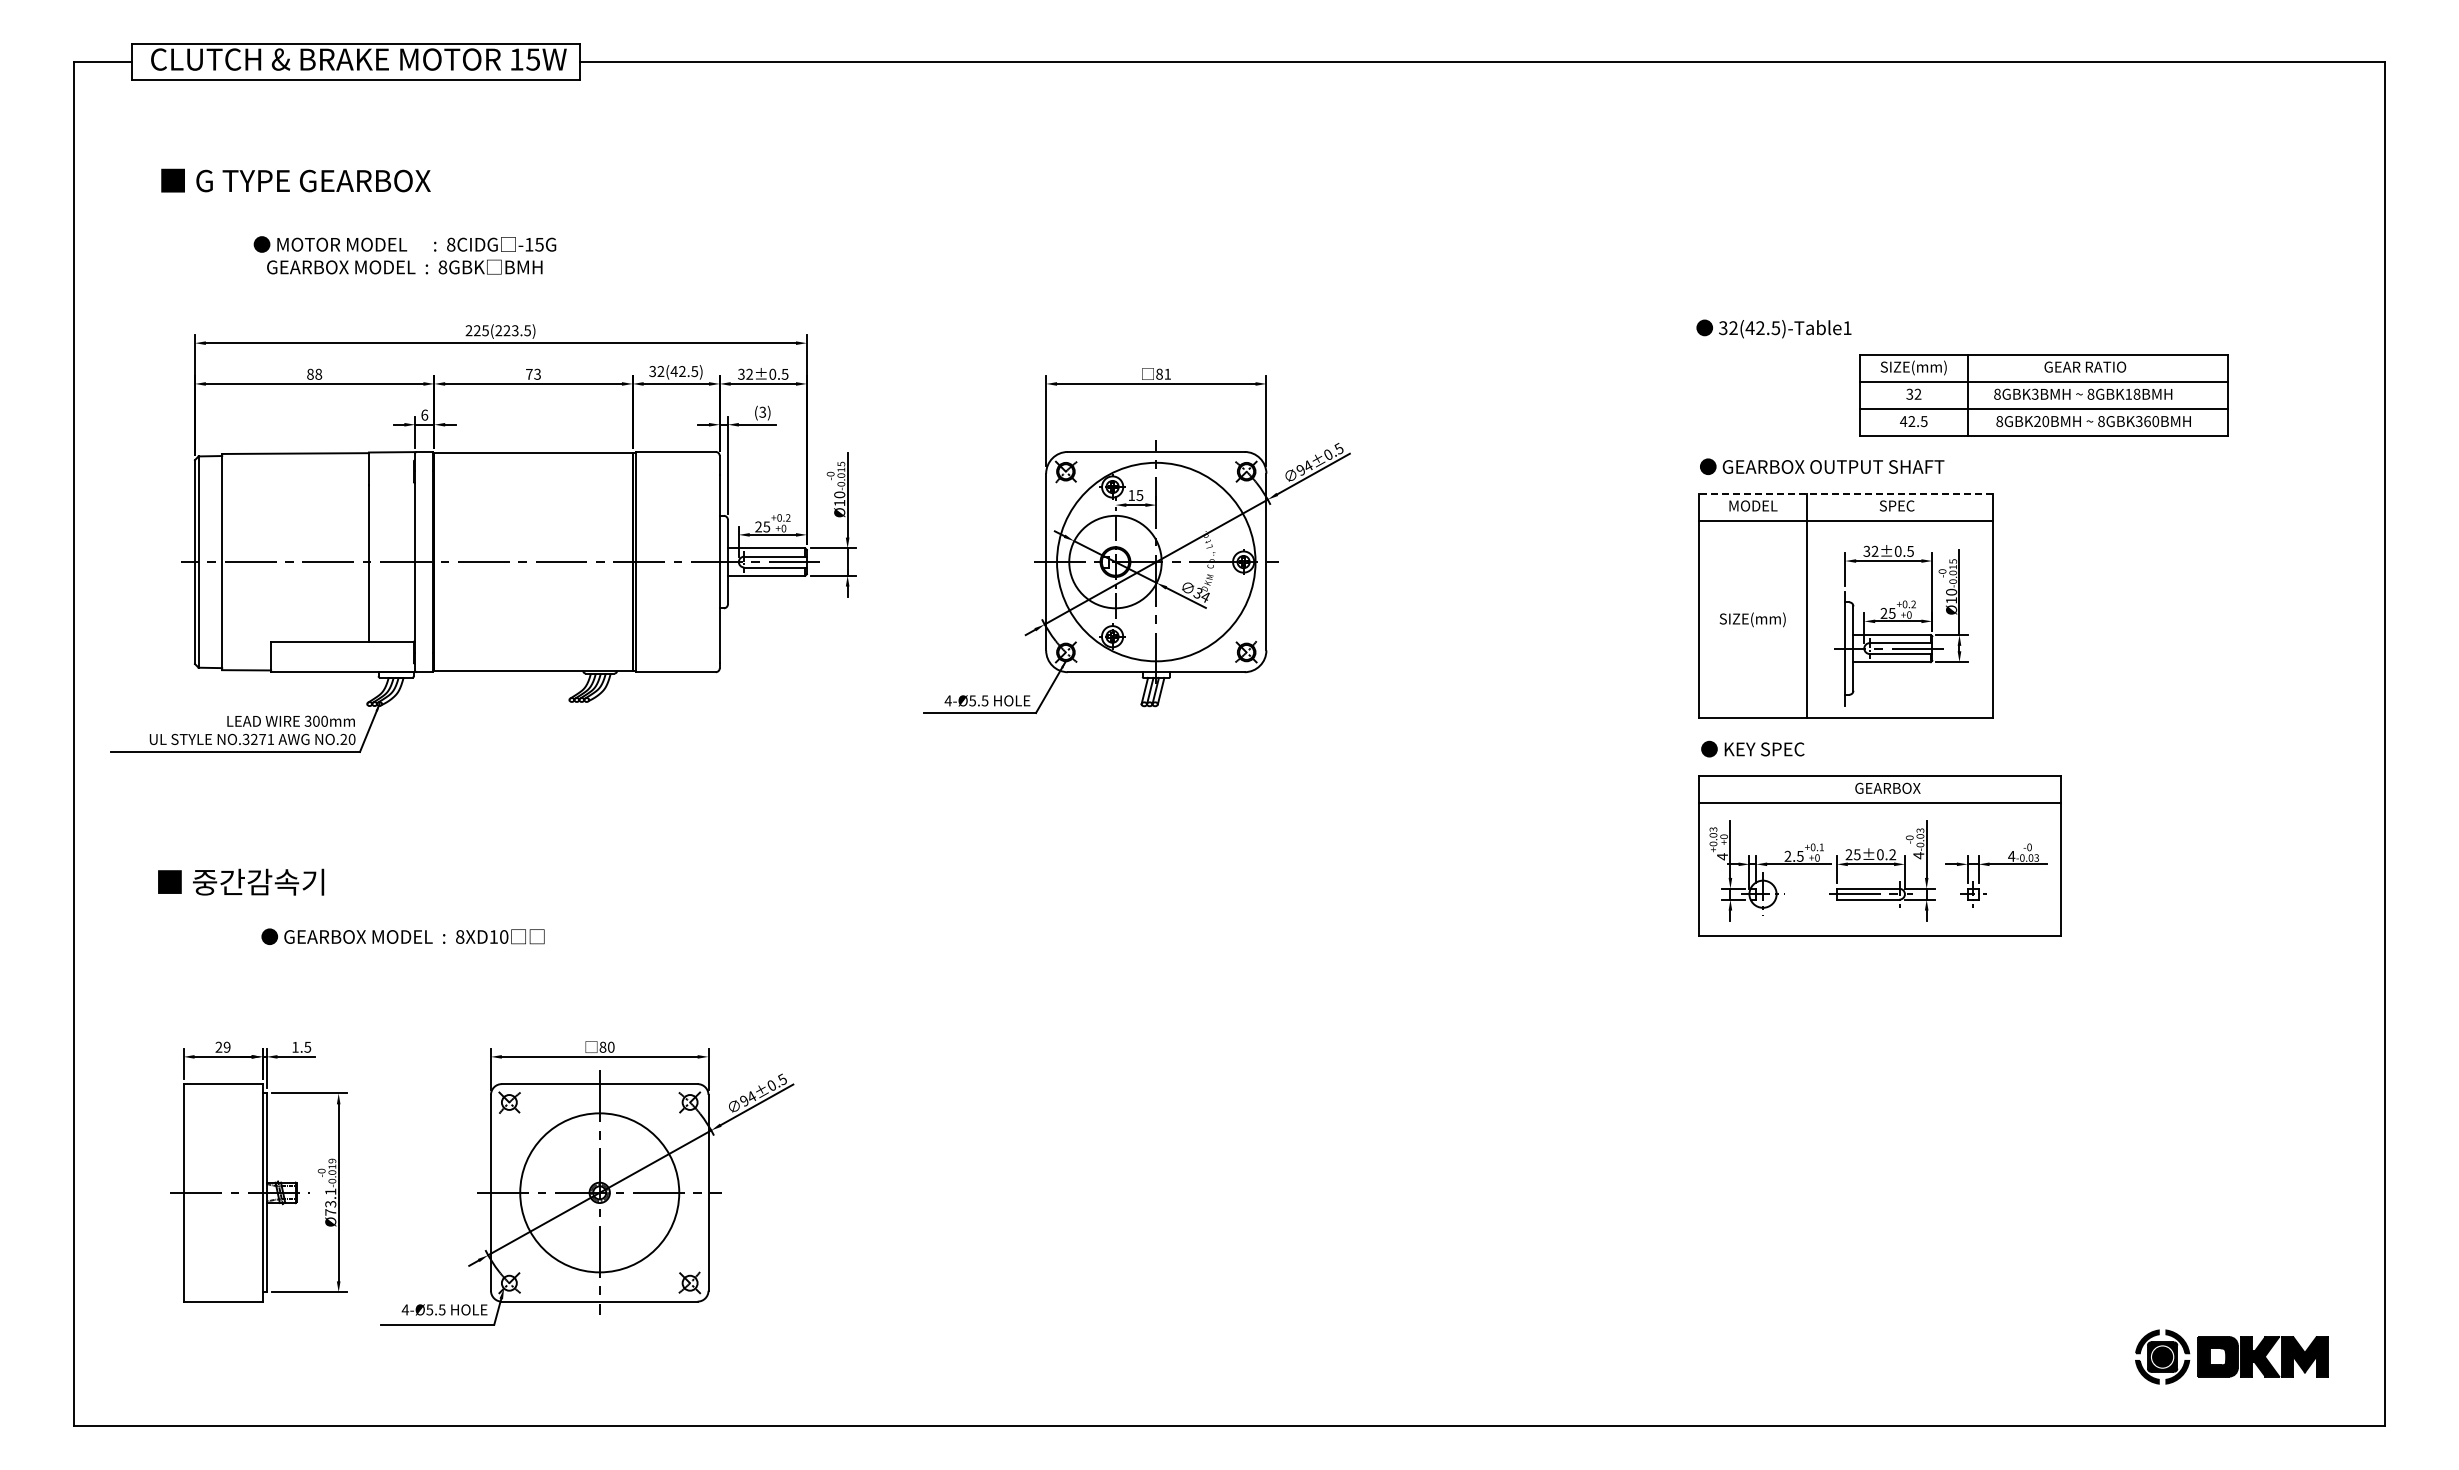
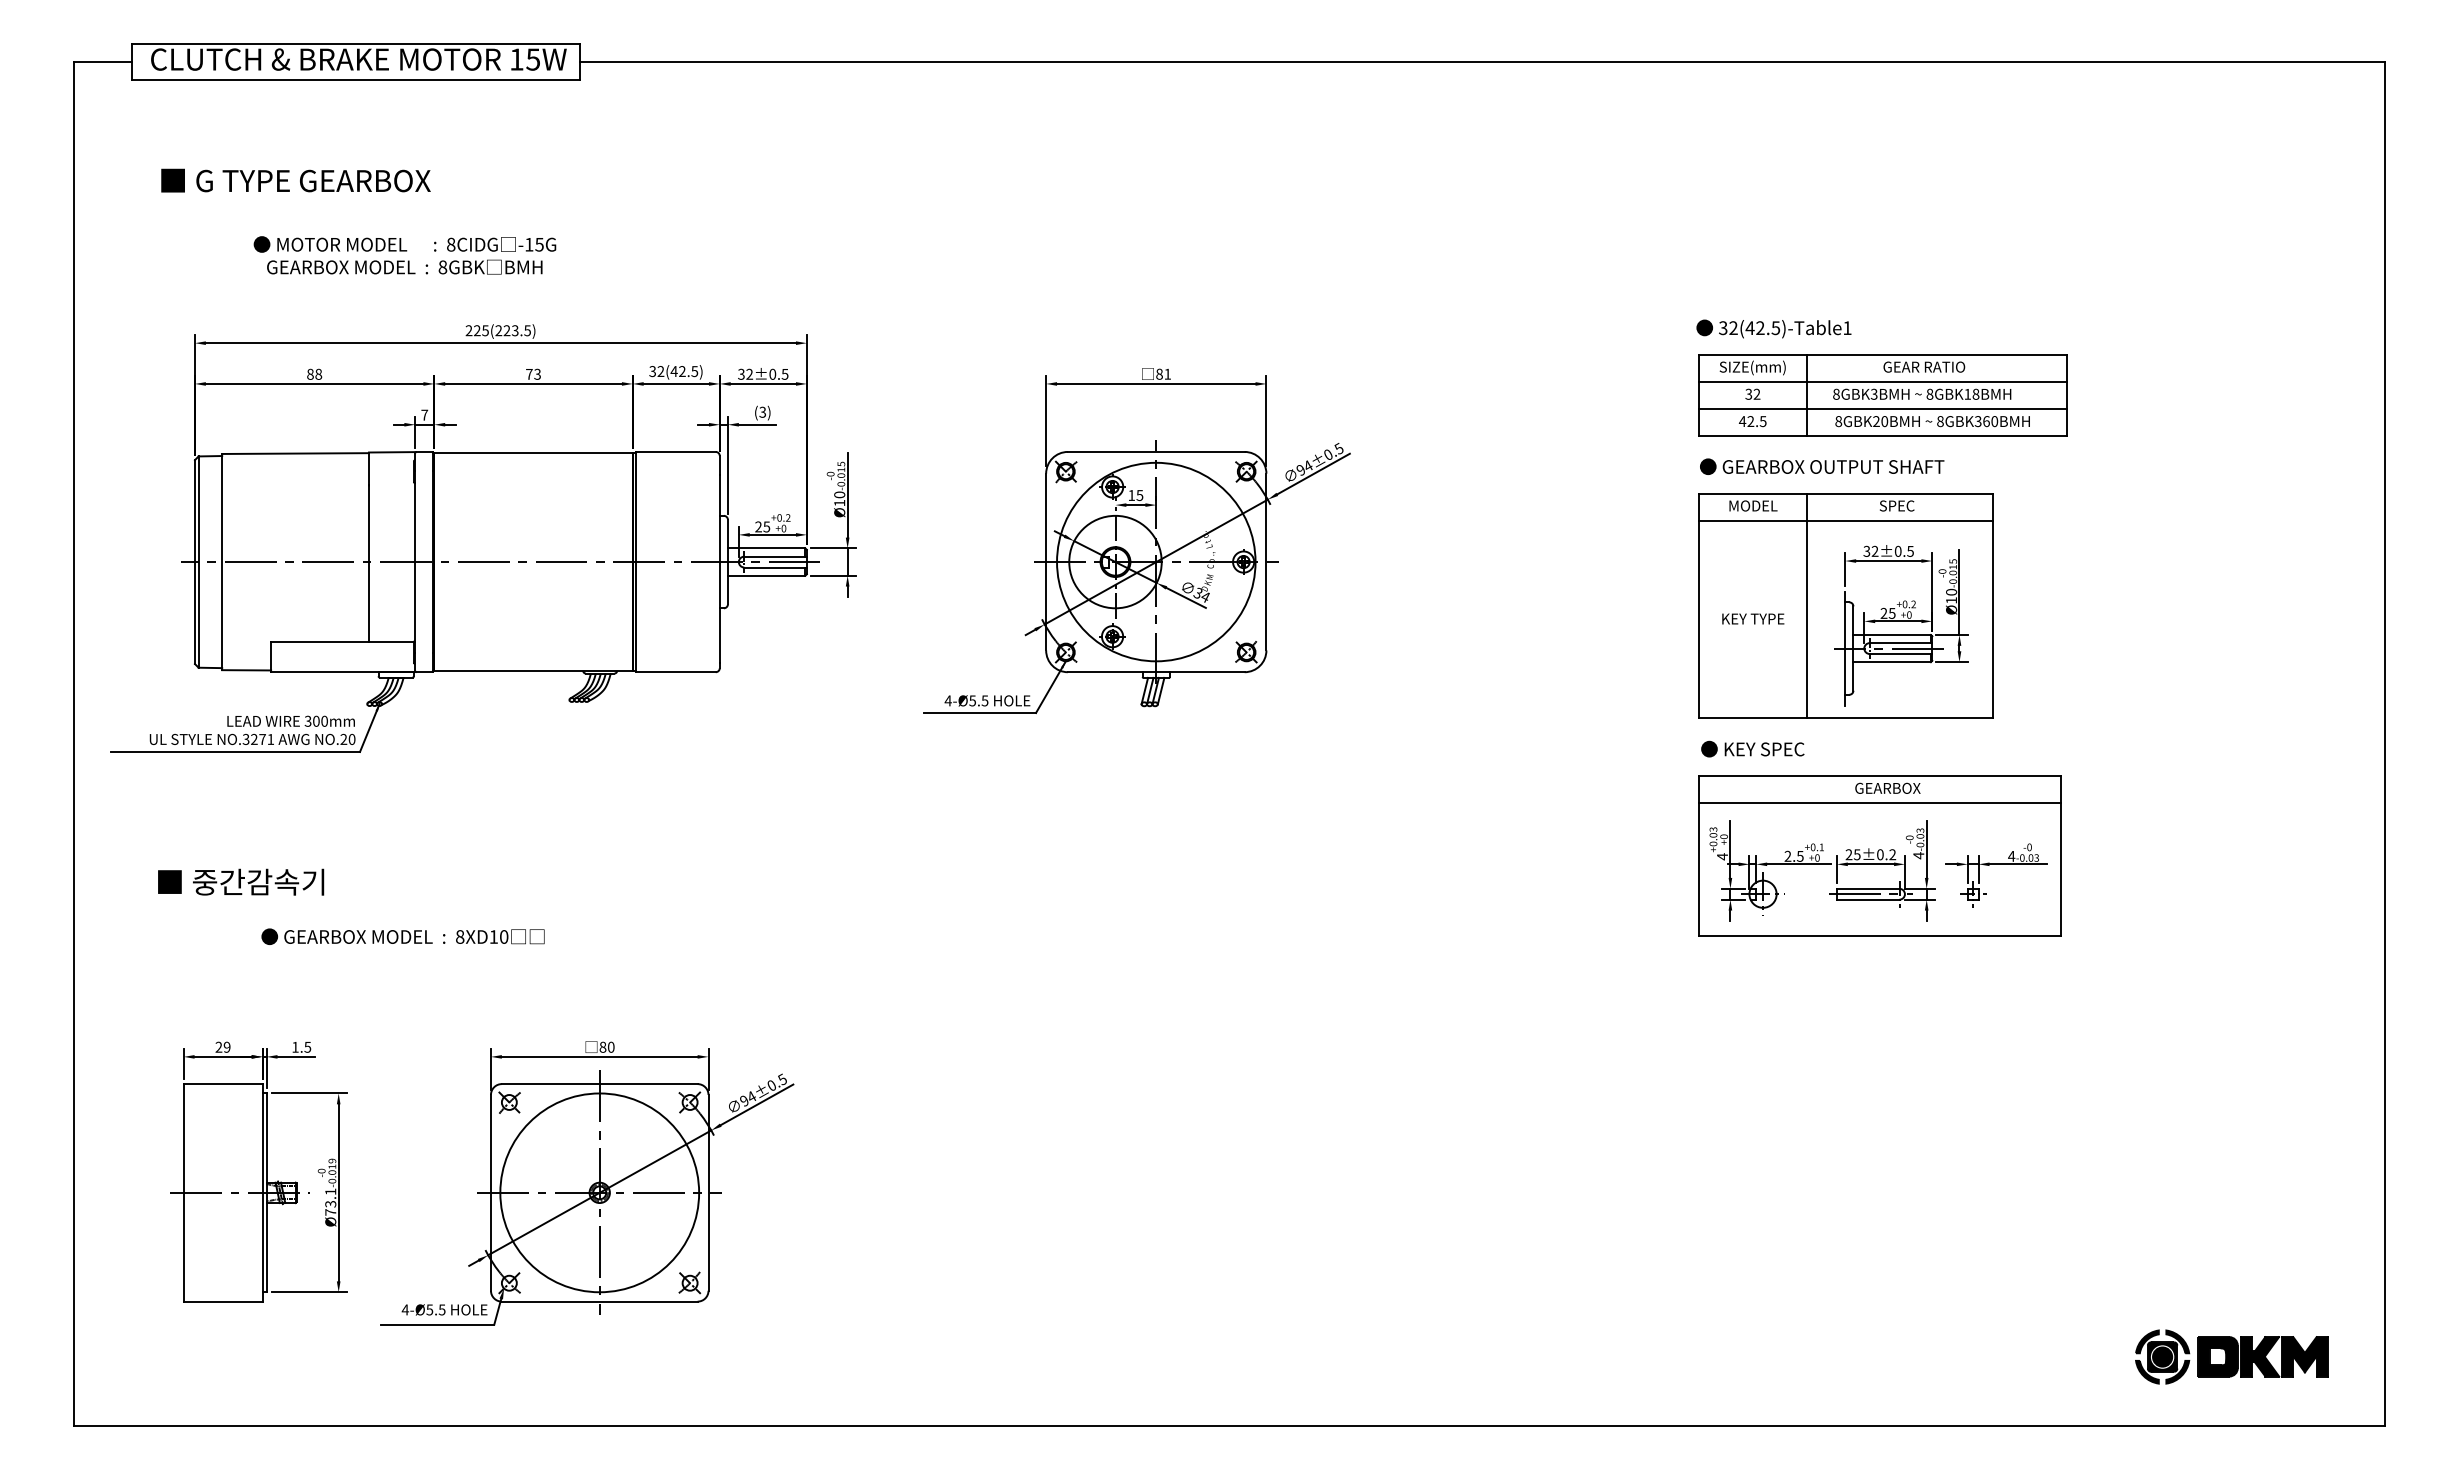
part at (2043, 395) position: (2043, 395) -> (1882, 395)
text at (424, 414): 6 -> 7
line at (1845, 493): dashed -> solid
text at (1752, 619): SIZE(mm) -> KEY TYPE
circle at (599, 1192) diameter: 159 px -> 199 px
